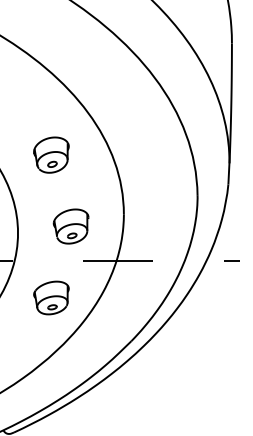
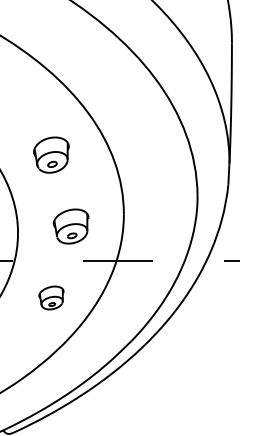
part at (51, 297) size: 37x36 px -> 27x26 px
